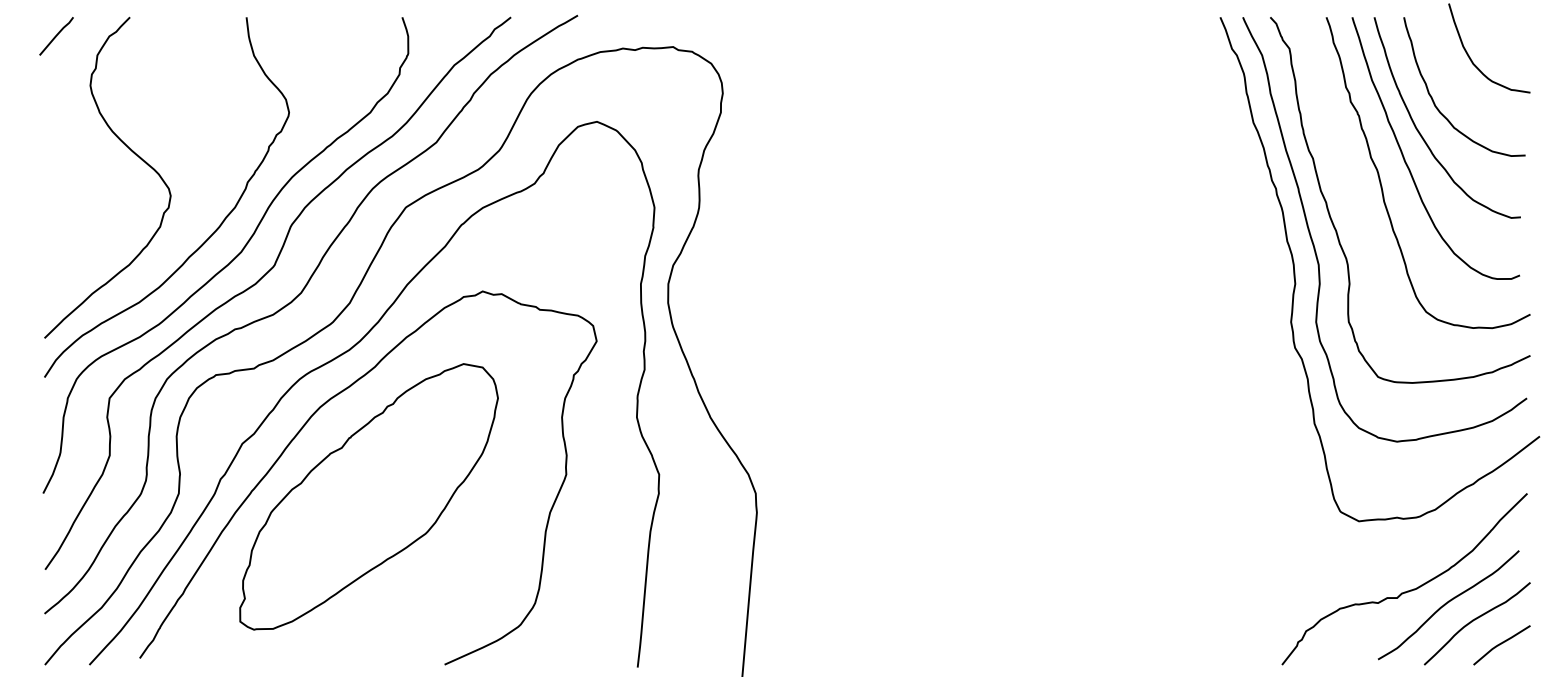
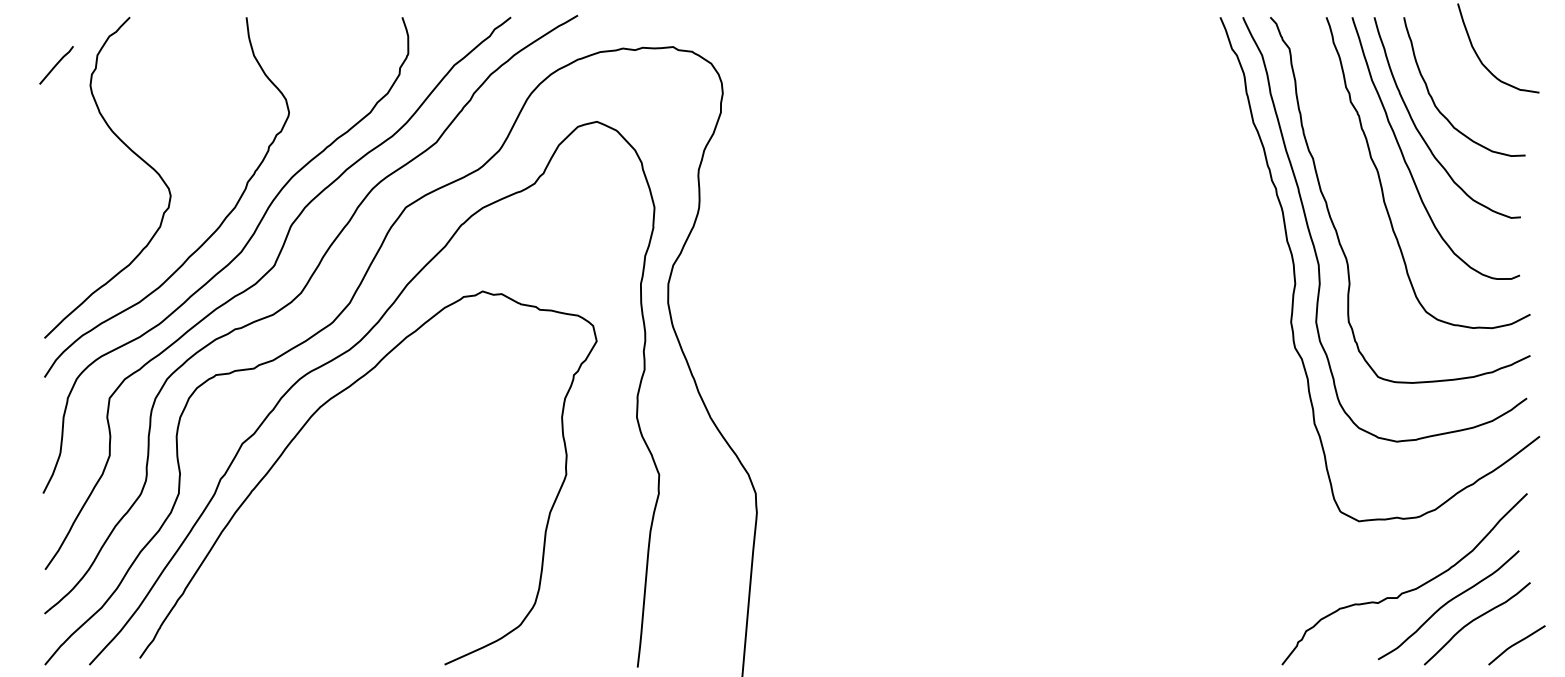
line at (56, 36) position: (56, 36) -> (56, 65)
curve at (1471, 58) position: (1471, 58) -> (1480, 58)
part at (368, 496): present -> none
line at (1501, 644) position: (1501, 644) -> (1516, 644)
